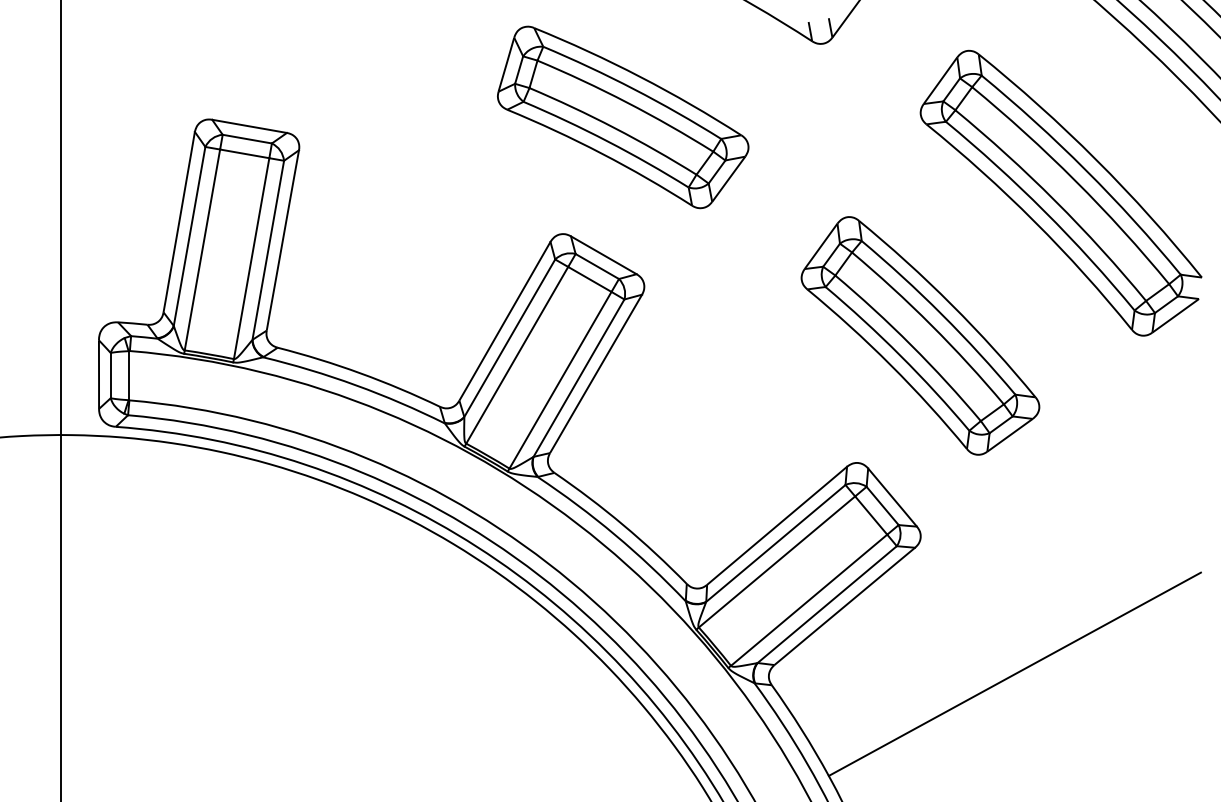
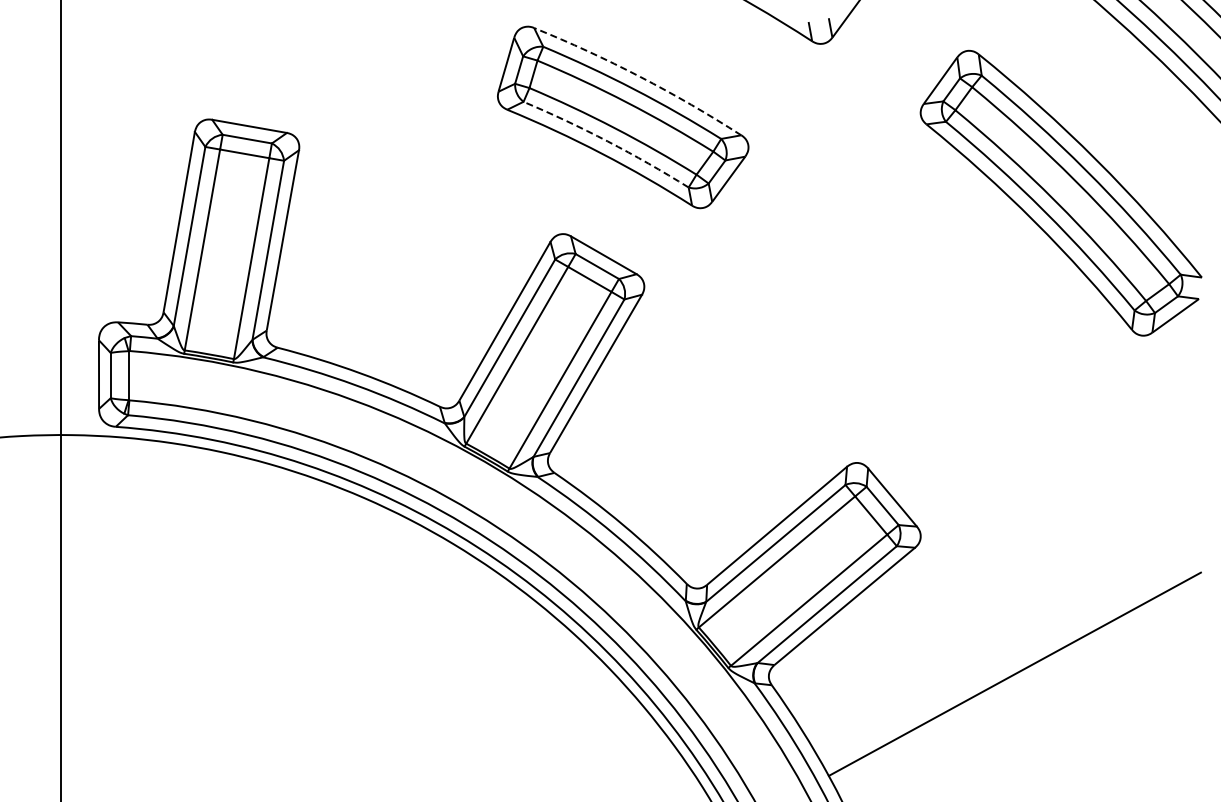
arc at (640, 76): solid -> dashed
arc at (607, 141): solid -> dashed
part at (920, 335): present -> none
